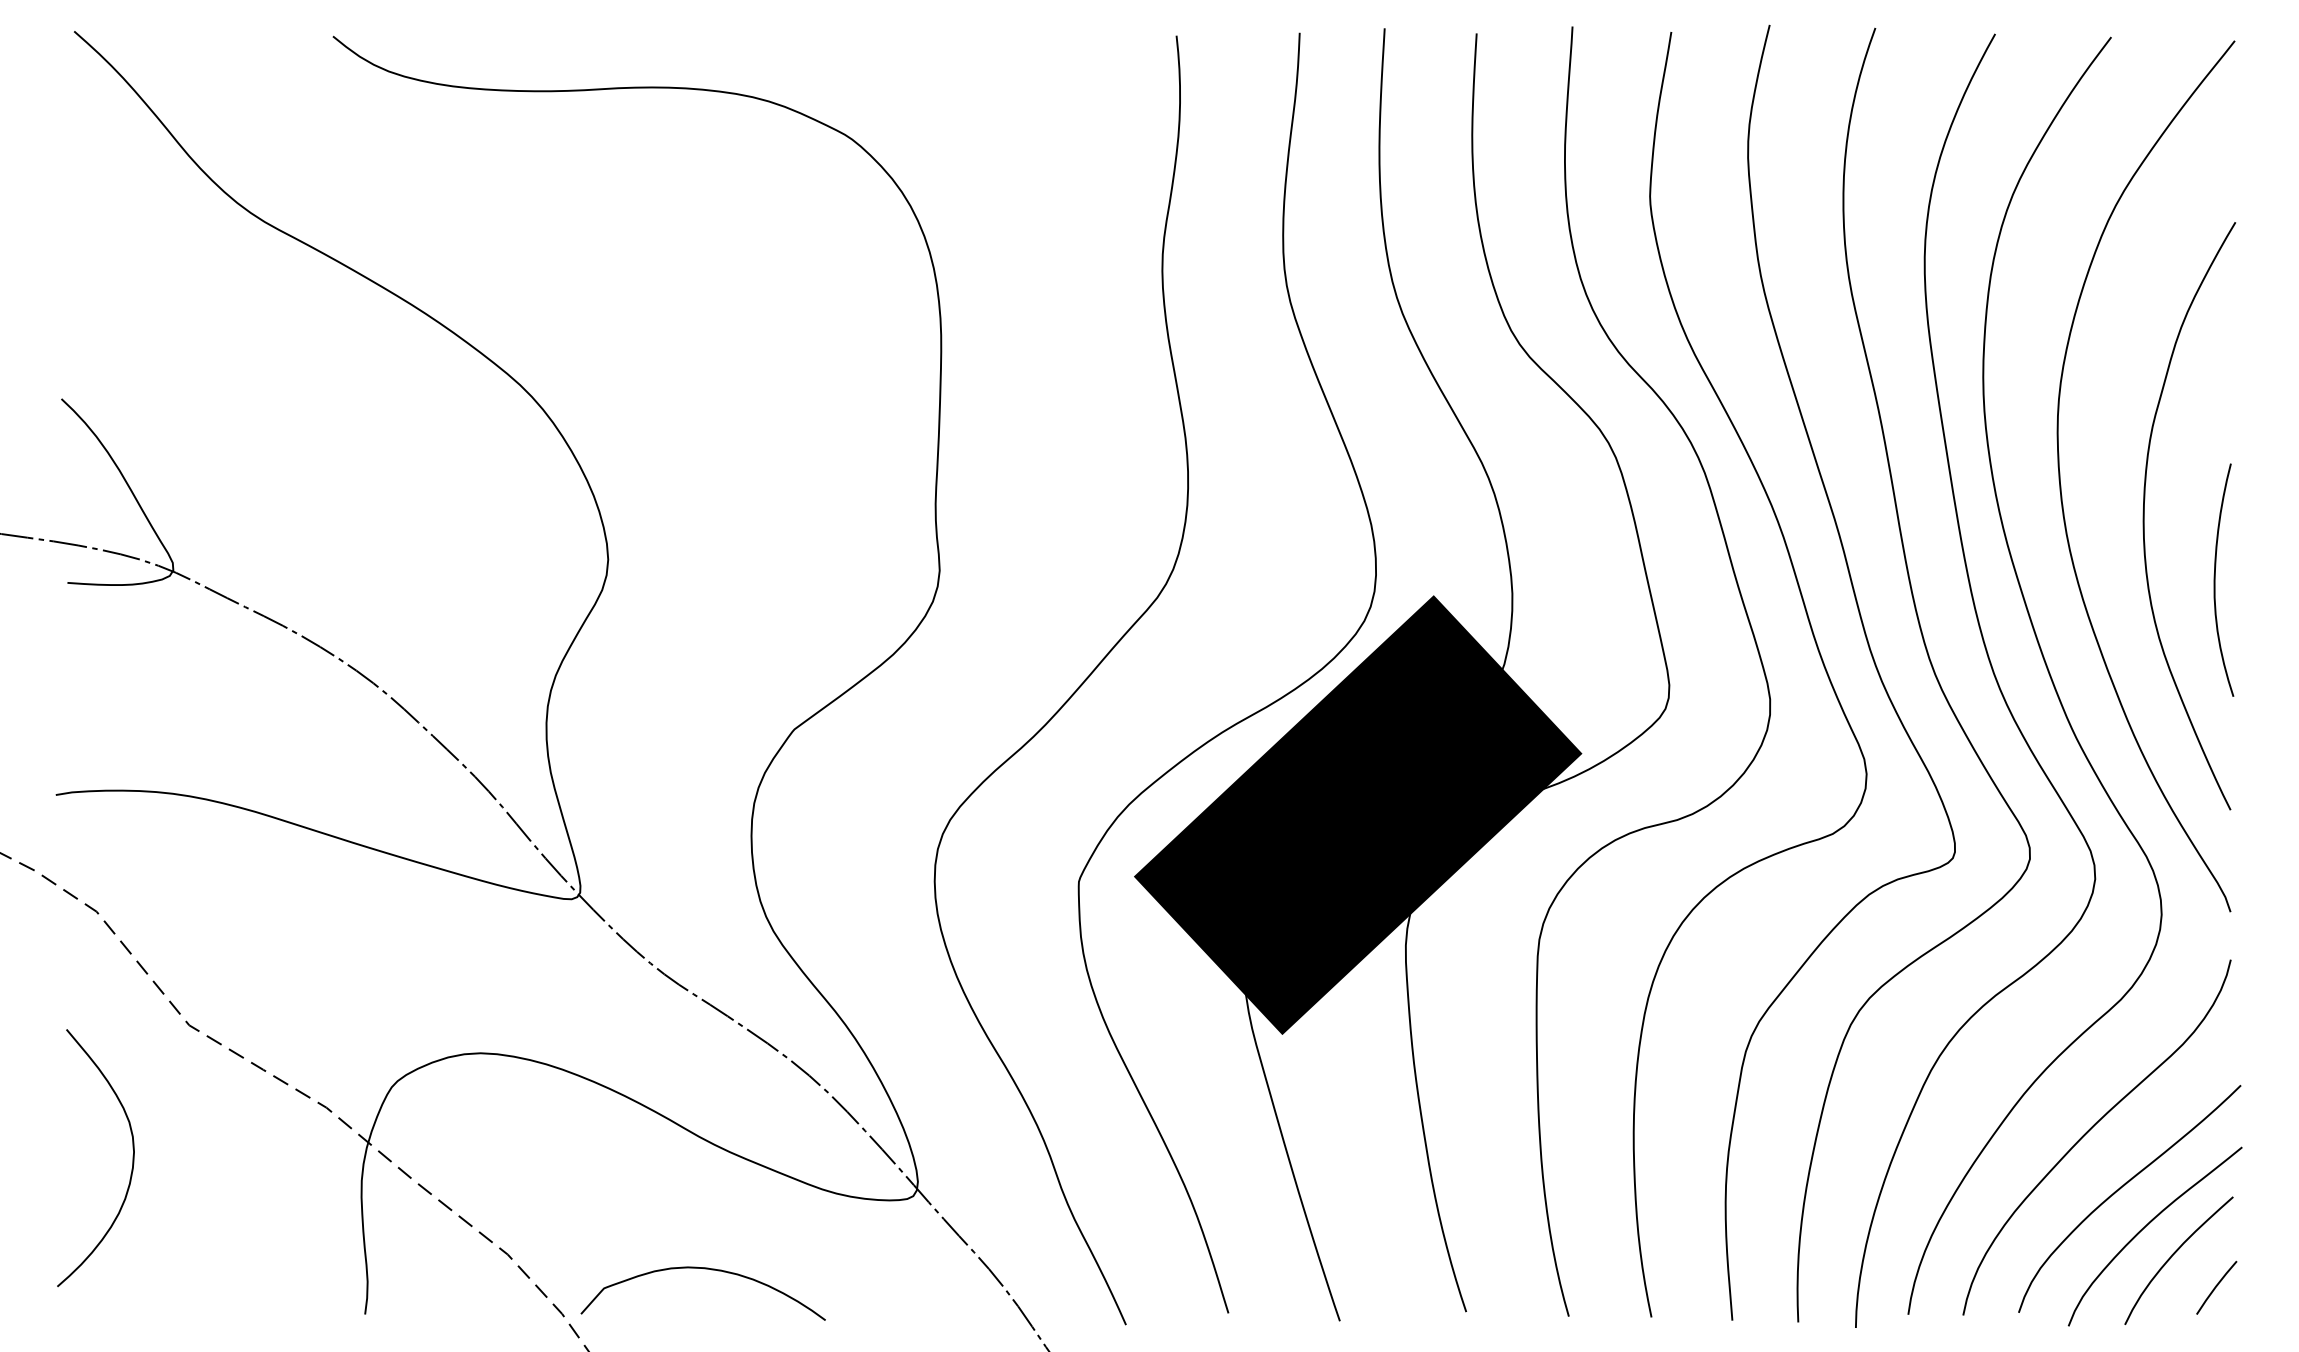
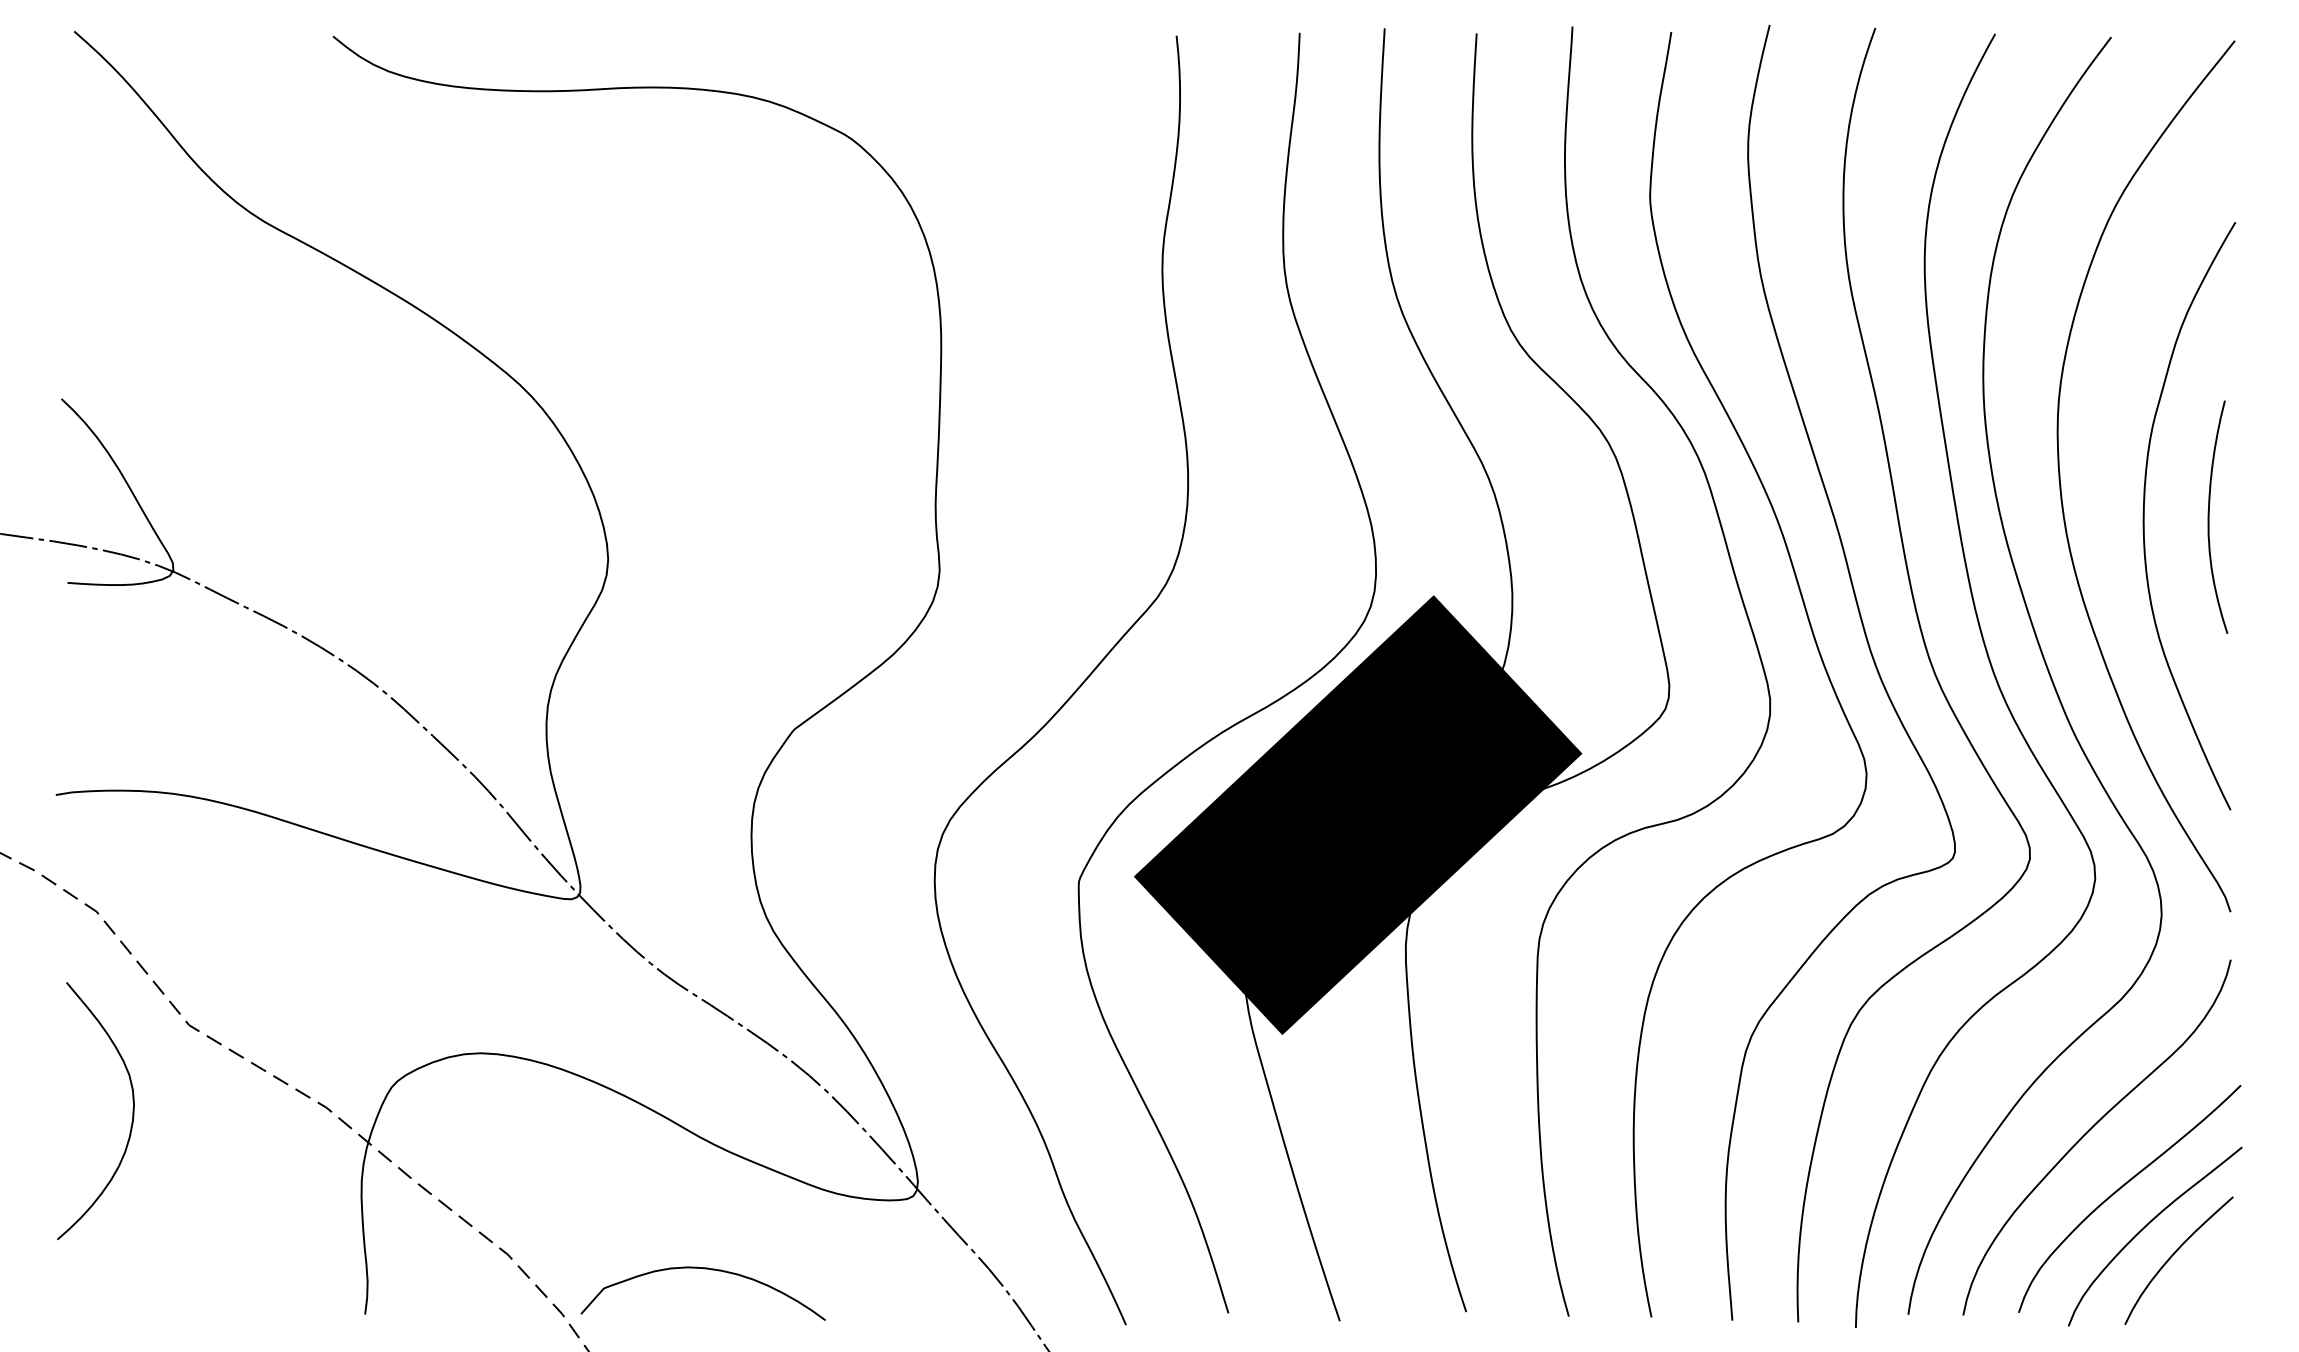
curve at (2215, 579) position: (2215, 579) -> (2209, 516)
curve at (132, 1158) position: (132, 1158) -> (132, 1111)
line at (2216, 1287): present -> none
